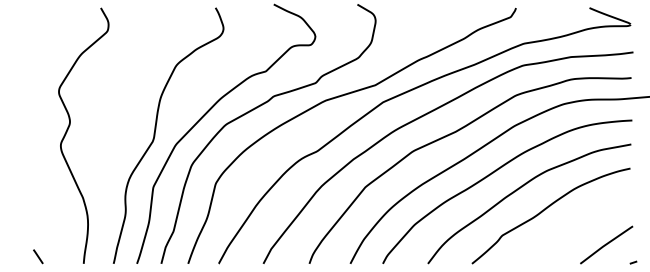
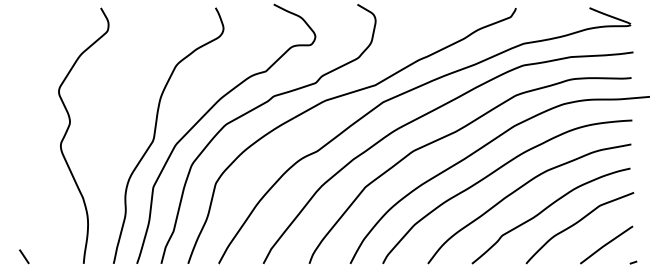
curve at (576, 224): none -> present
line at (38, 256) position: (38, 256) -> (24, 256)
